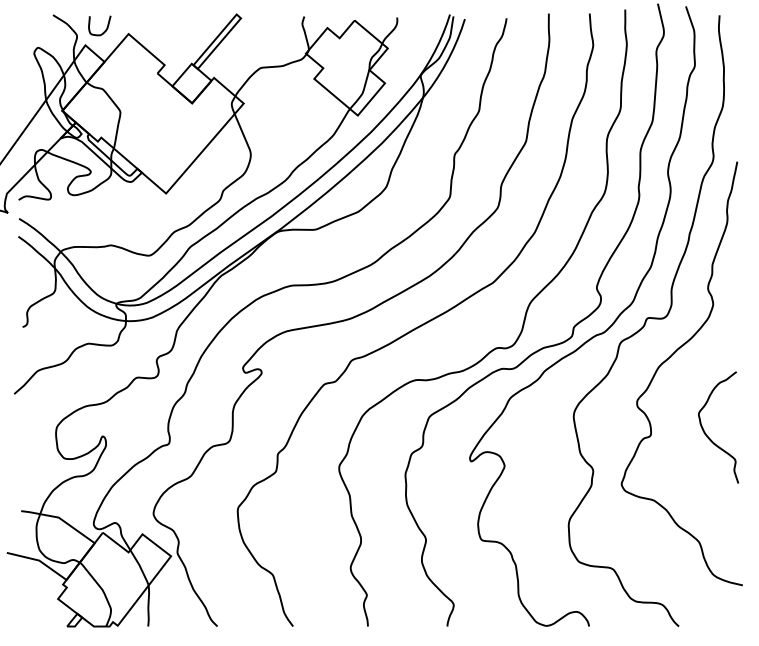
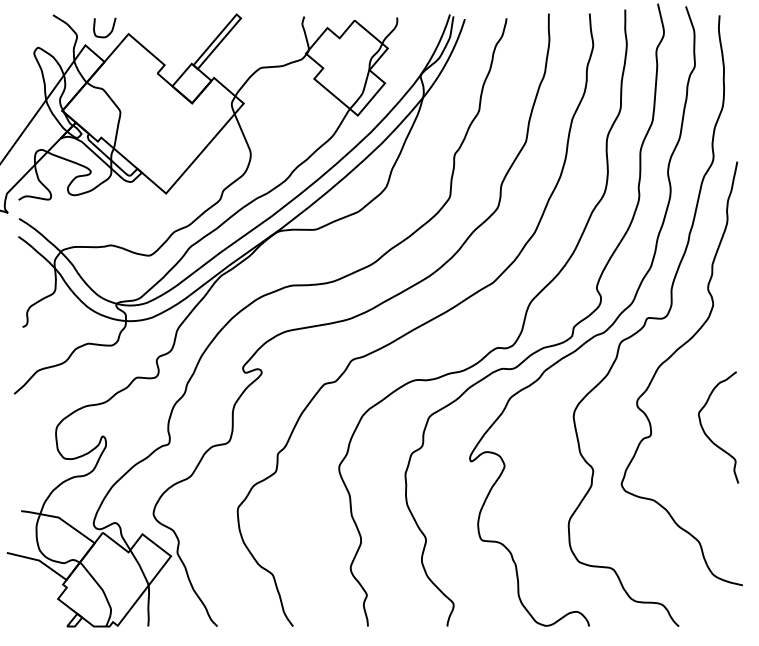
curve at (104, 30) position: (104, 30) -> (109, 32)
